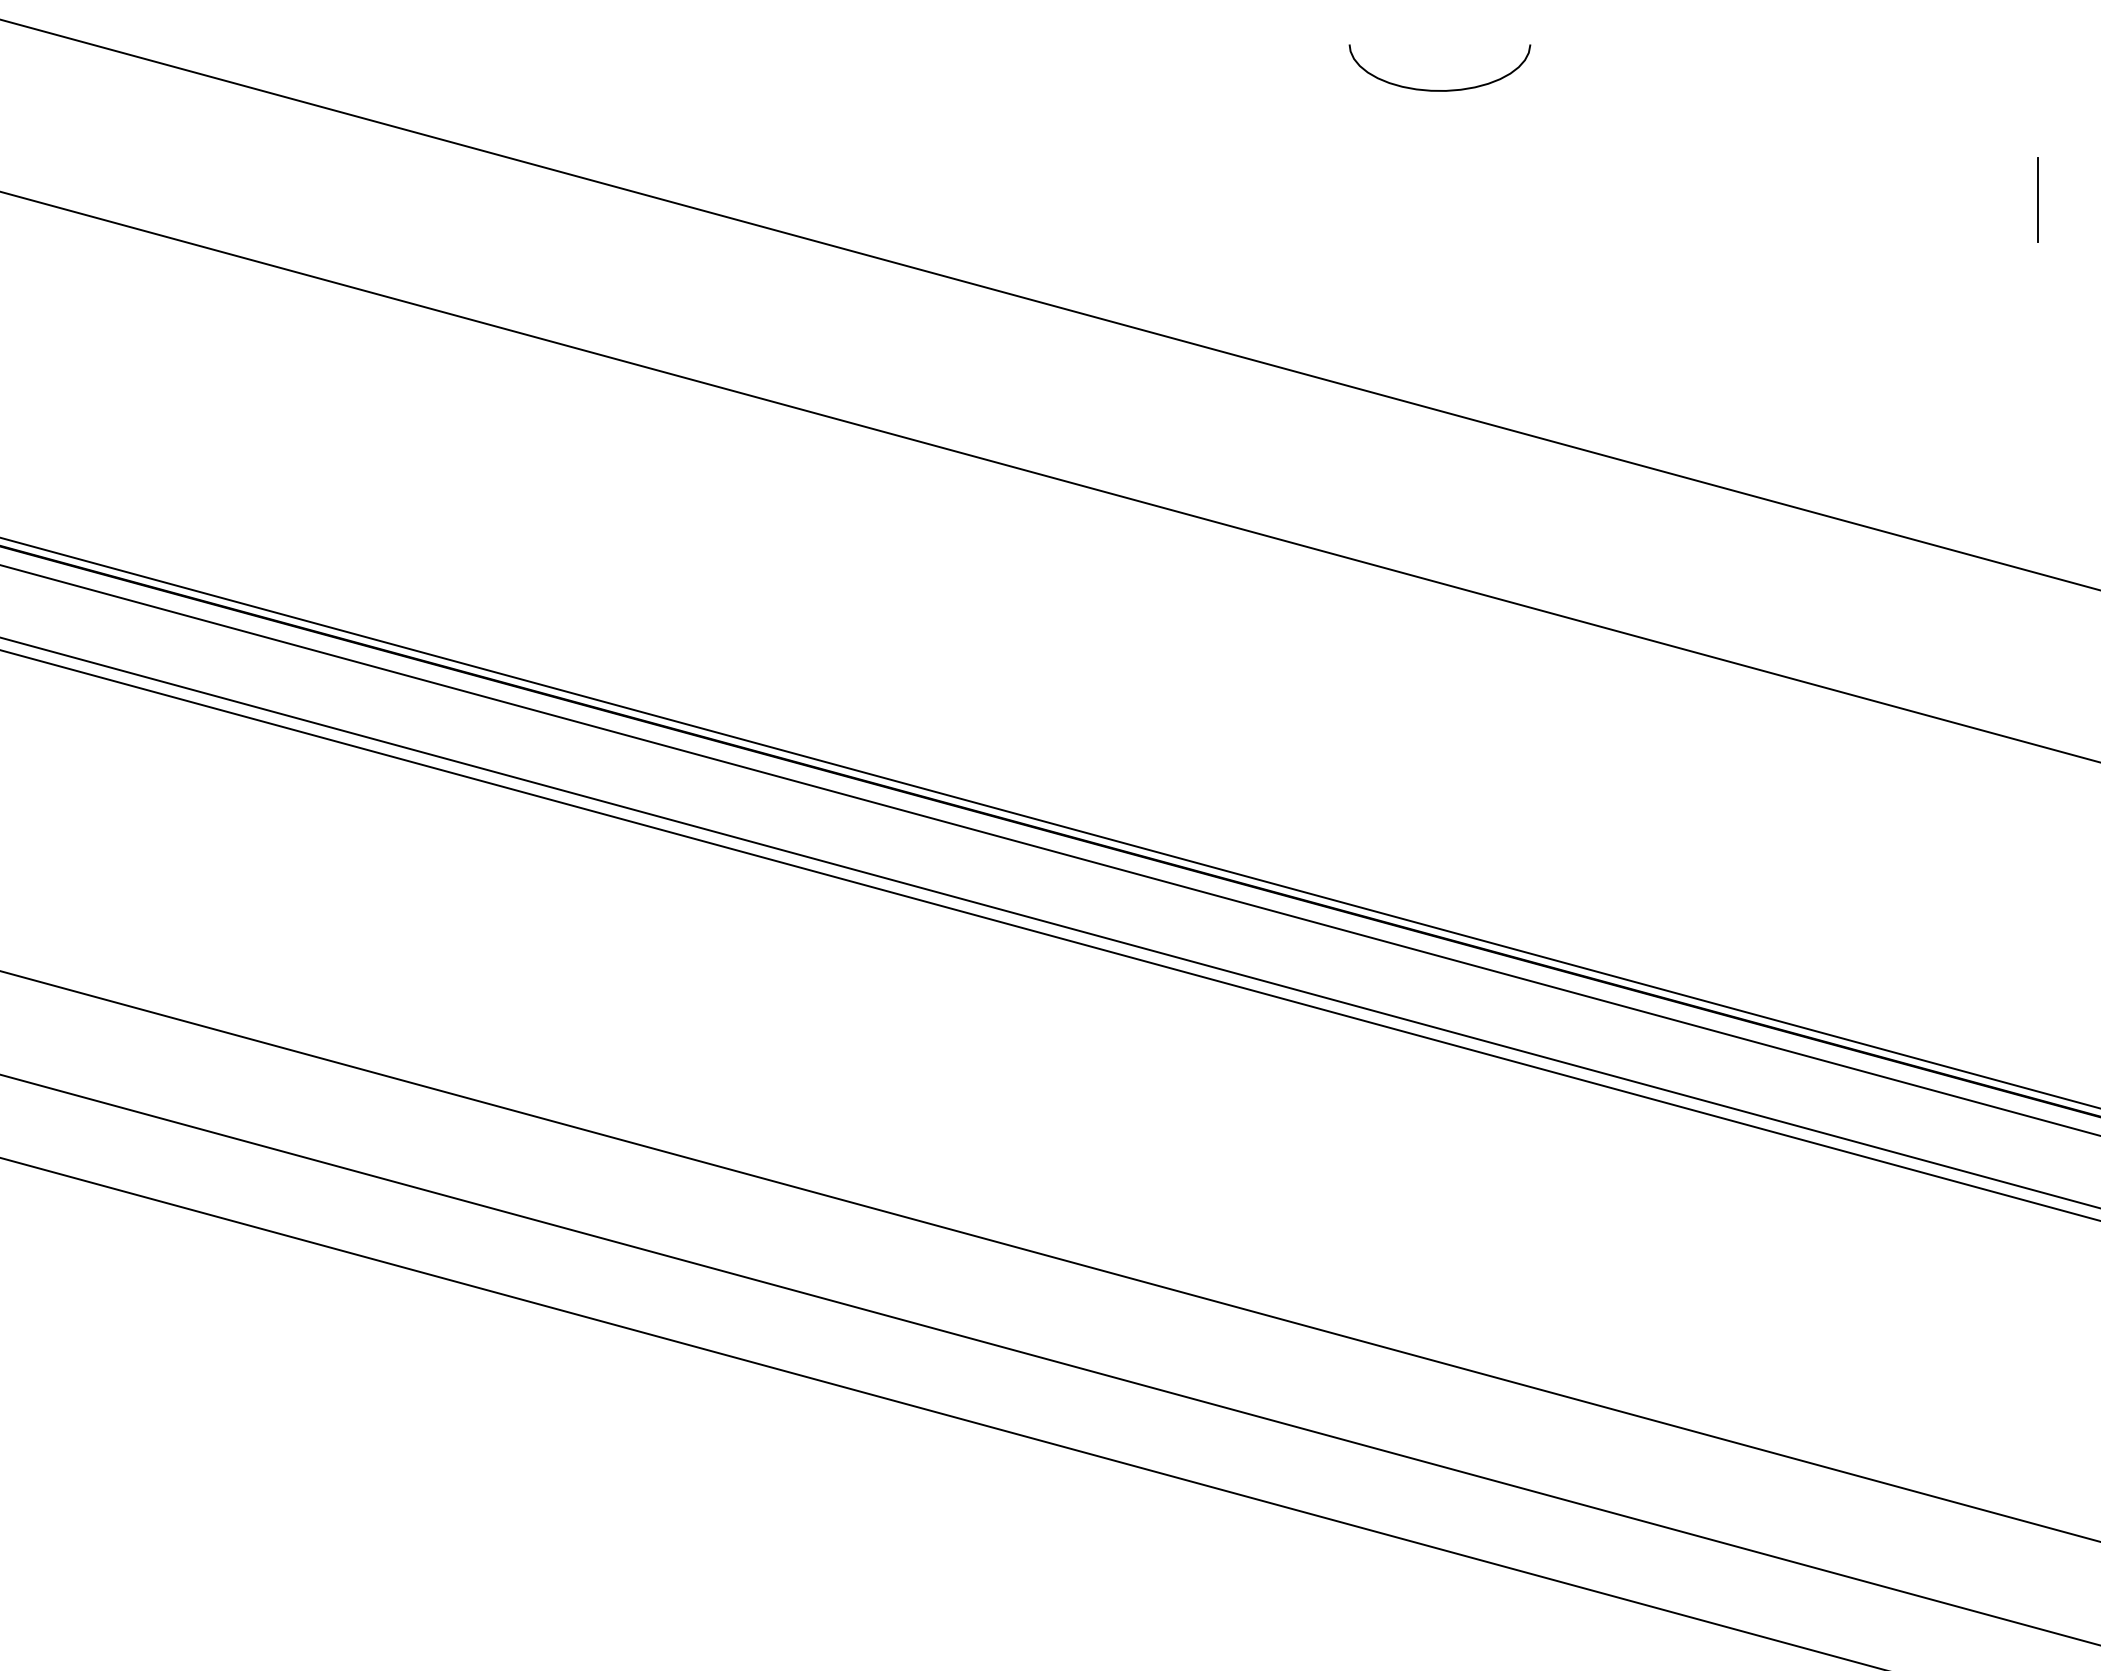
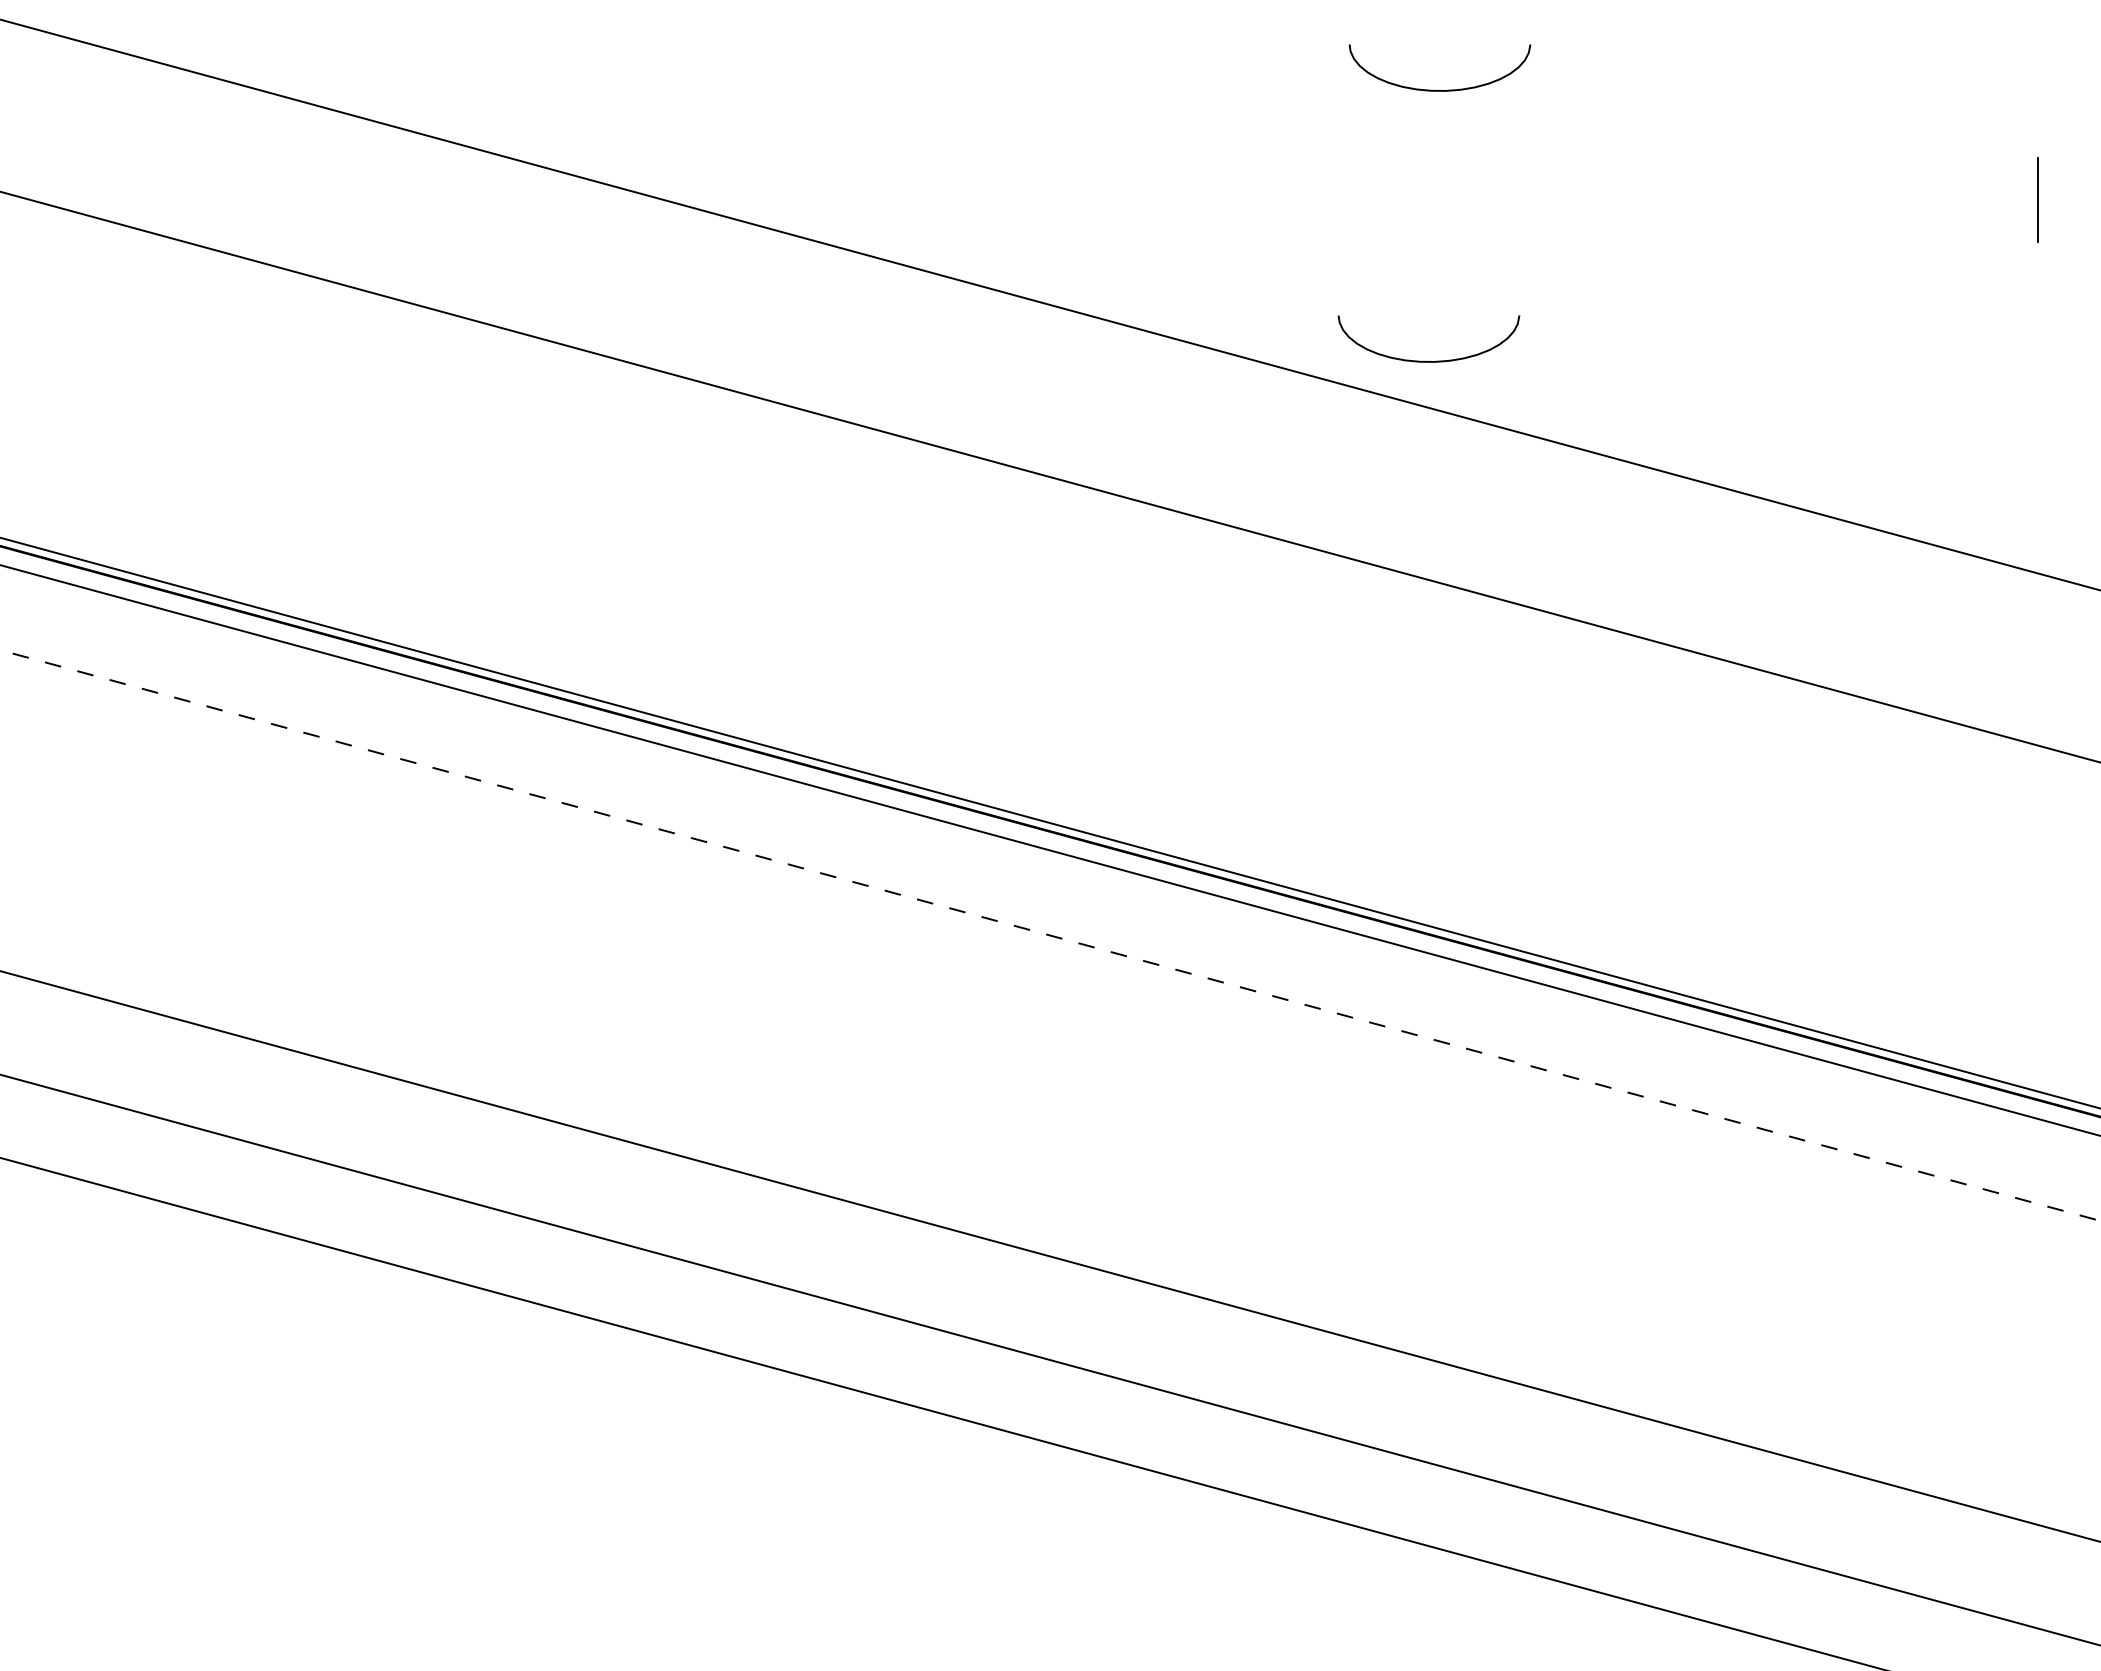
curve at (1423, 360): none -> present
line at (1049, 922): present -> none
line at (1050, 935): solid -> dashed
